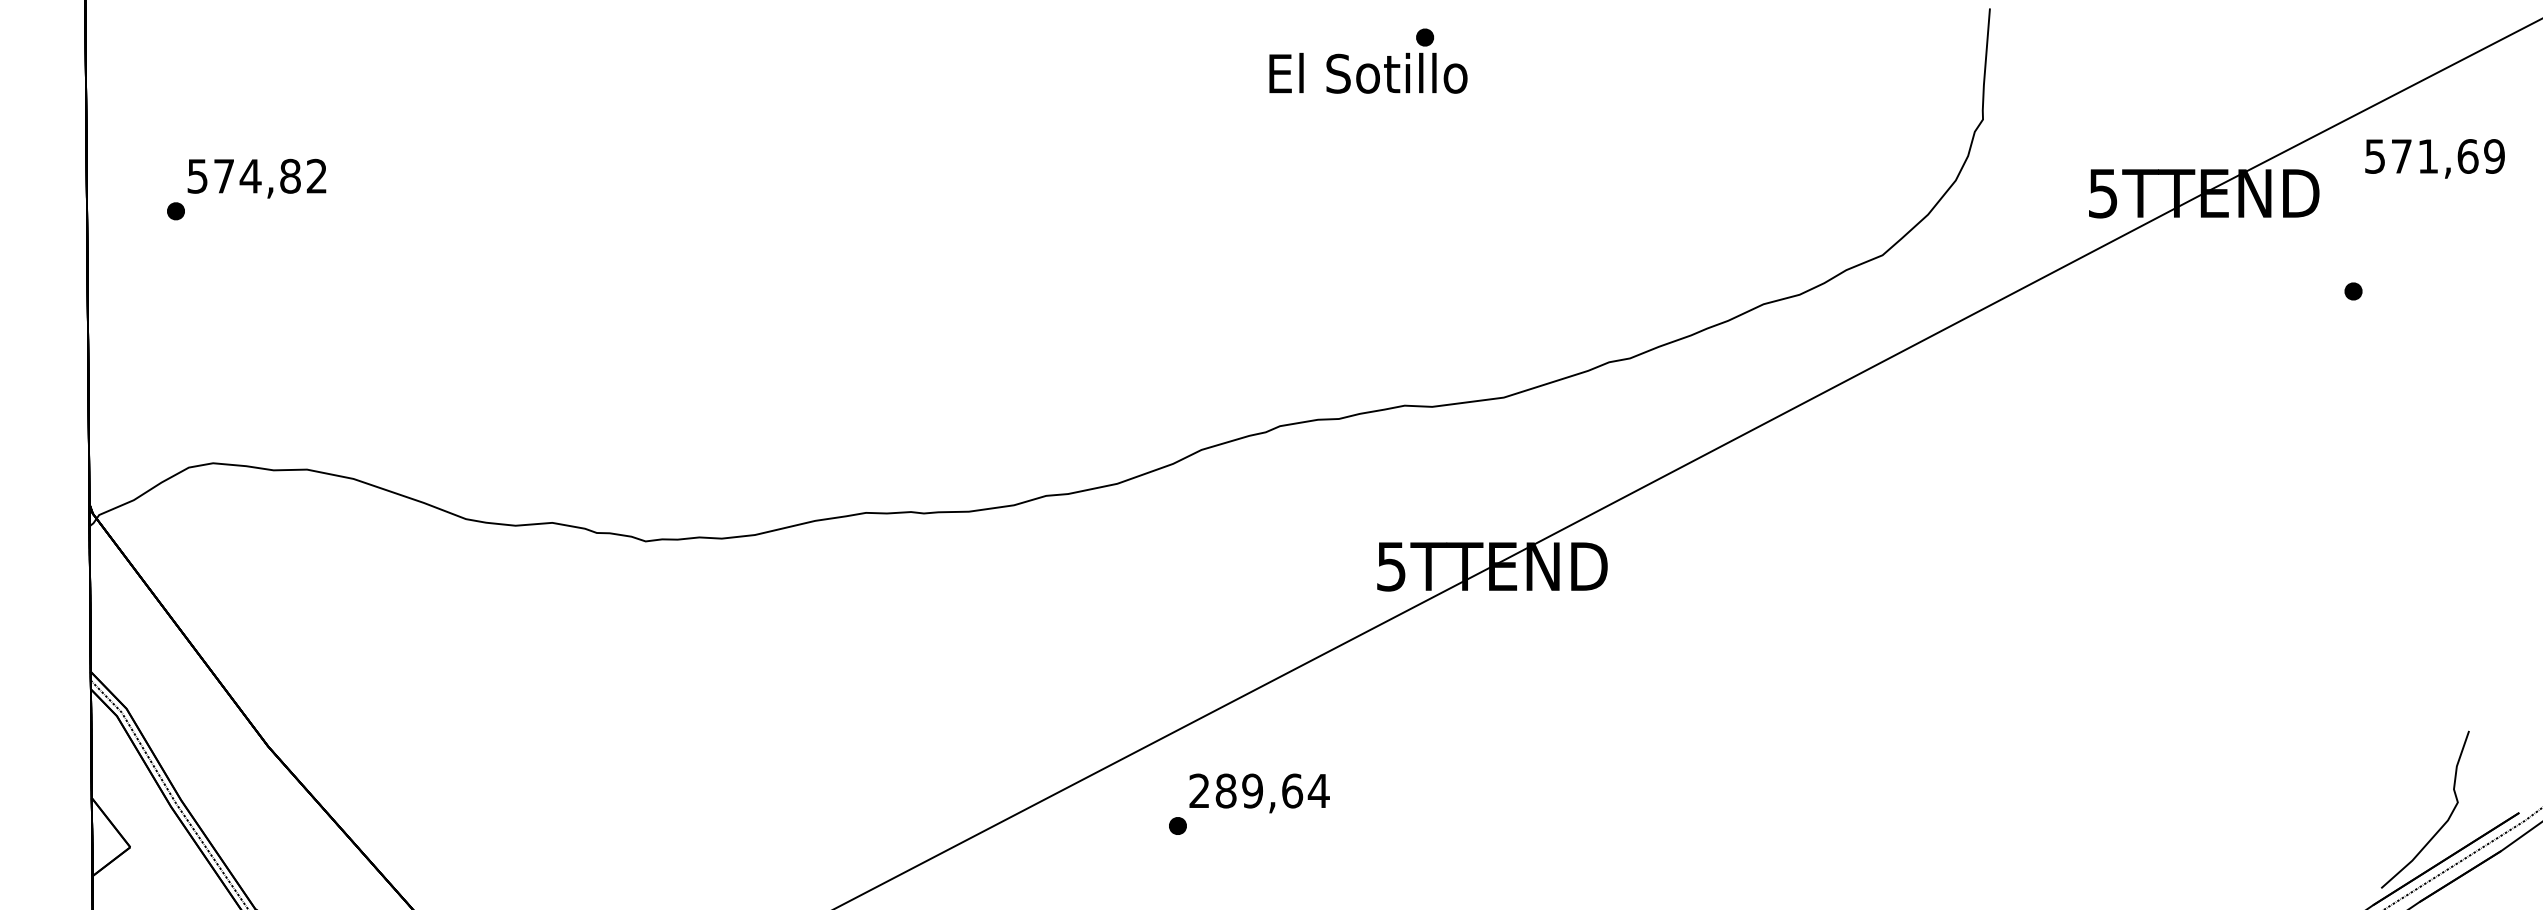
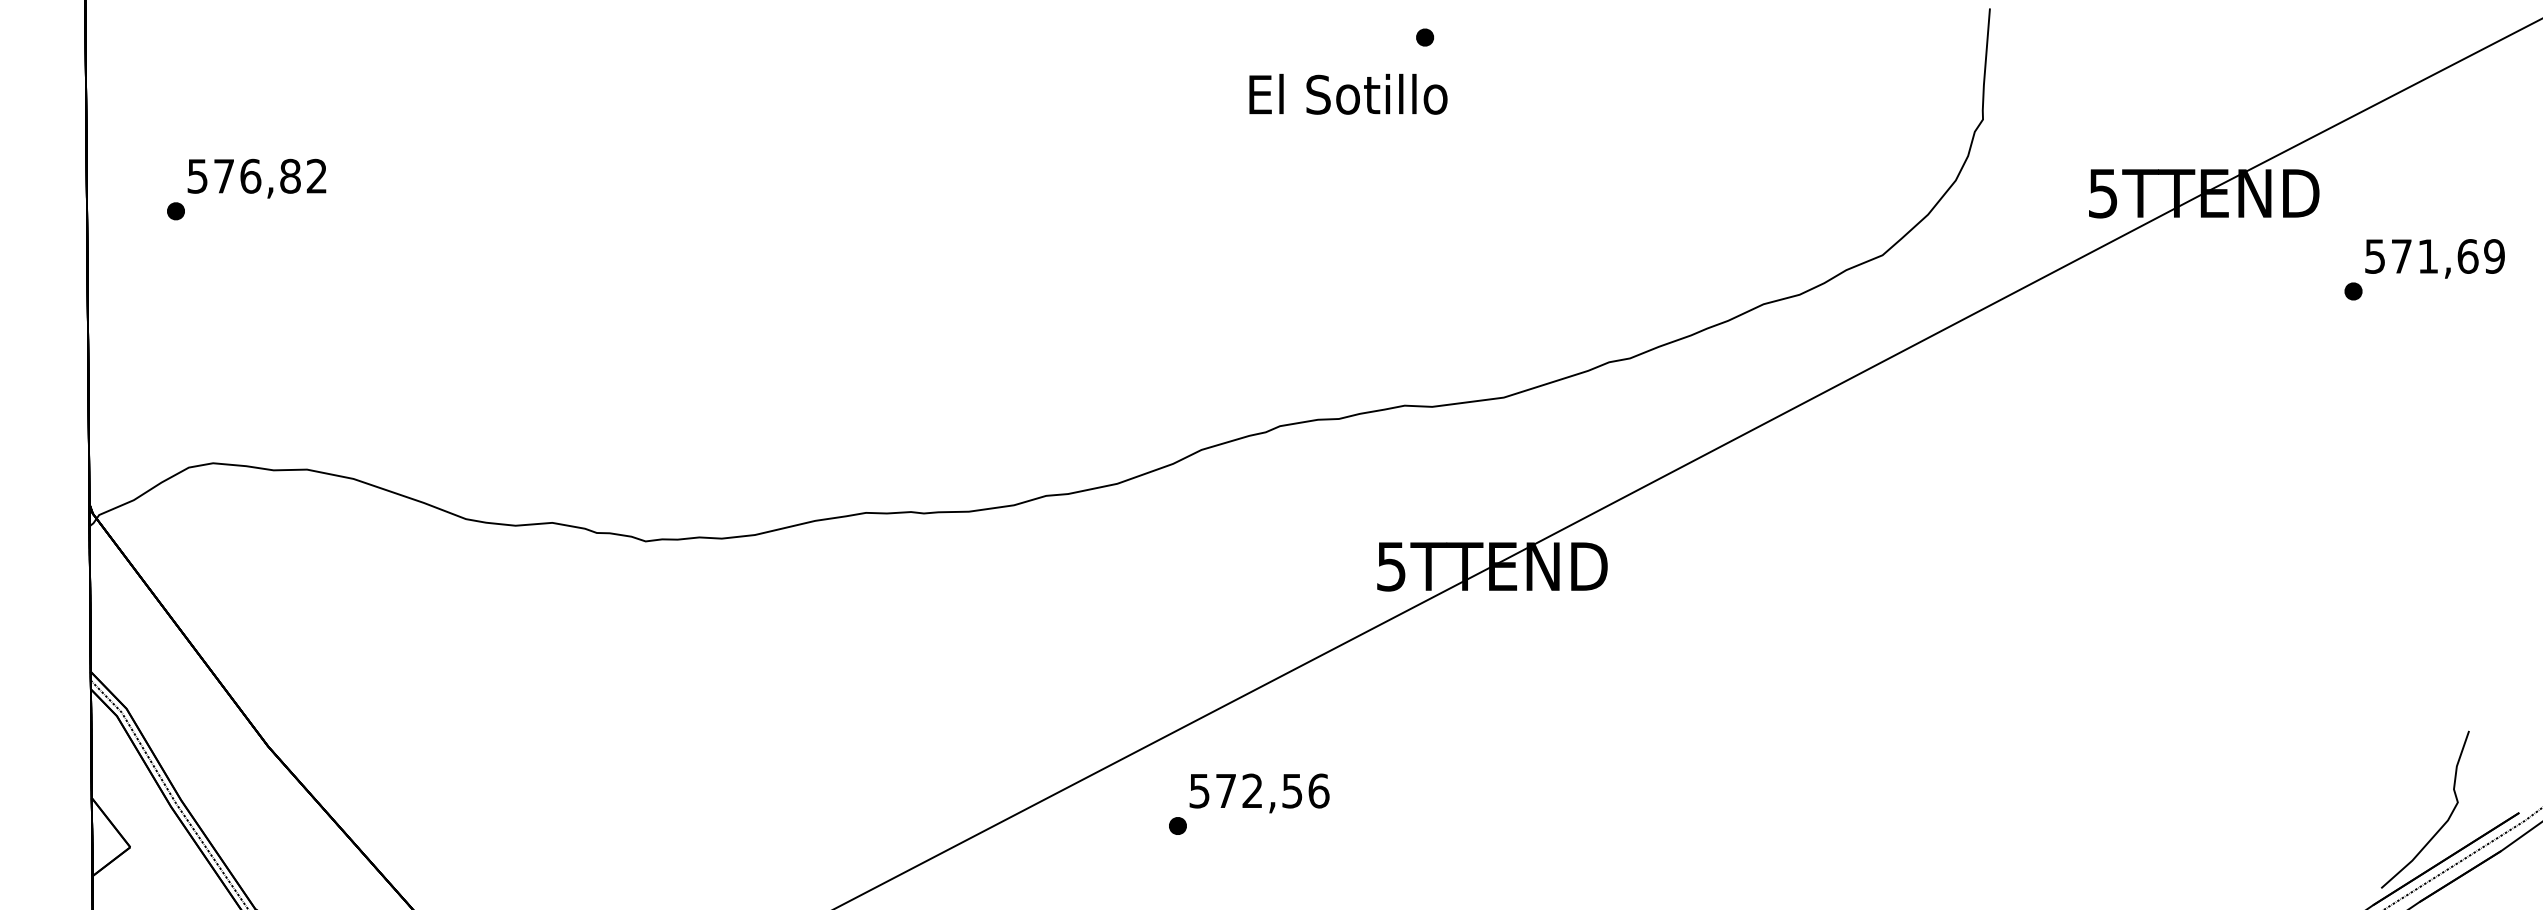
text at (1368, 72) position: (1368, 72) -> (1348, 93)
text at (2434, 158) position: (2434, 158) -> (2434, 258)
text at (250, 175): 574,82 -> 576,82
text at (1259, 790): 289,64 -> 572,56
